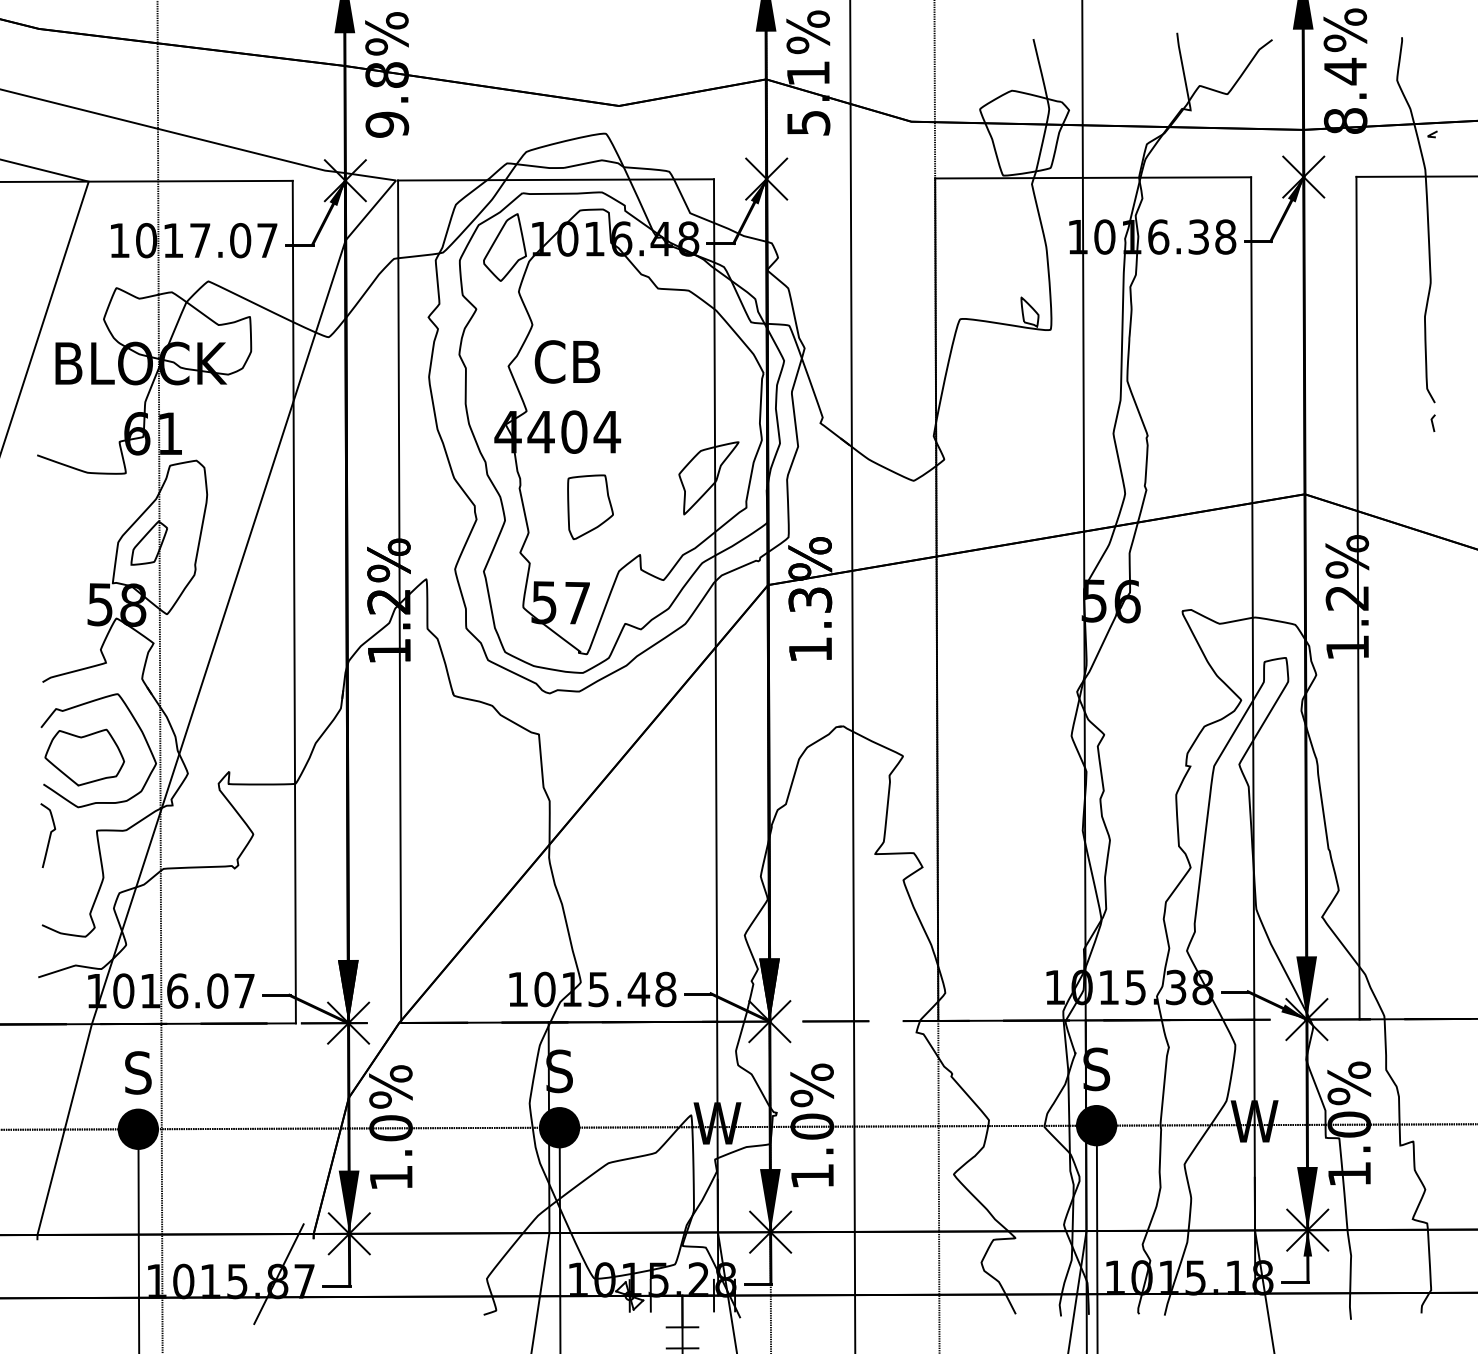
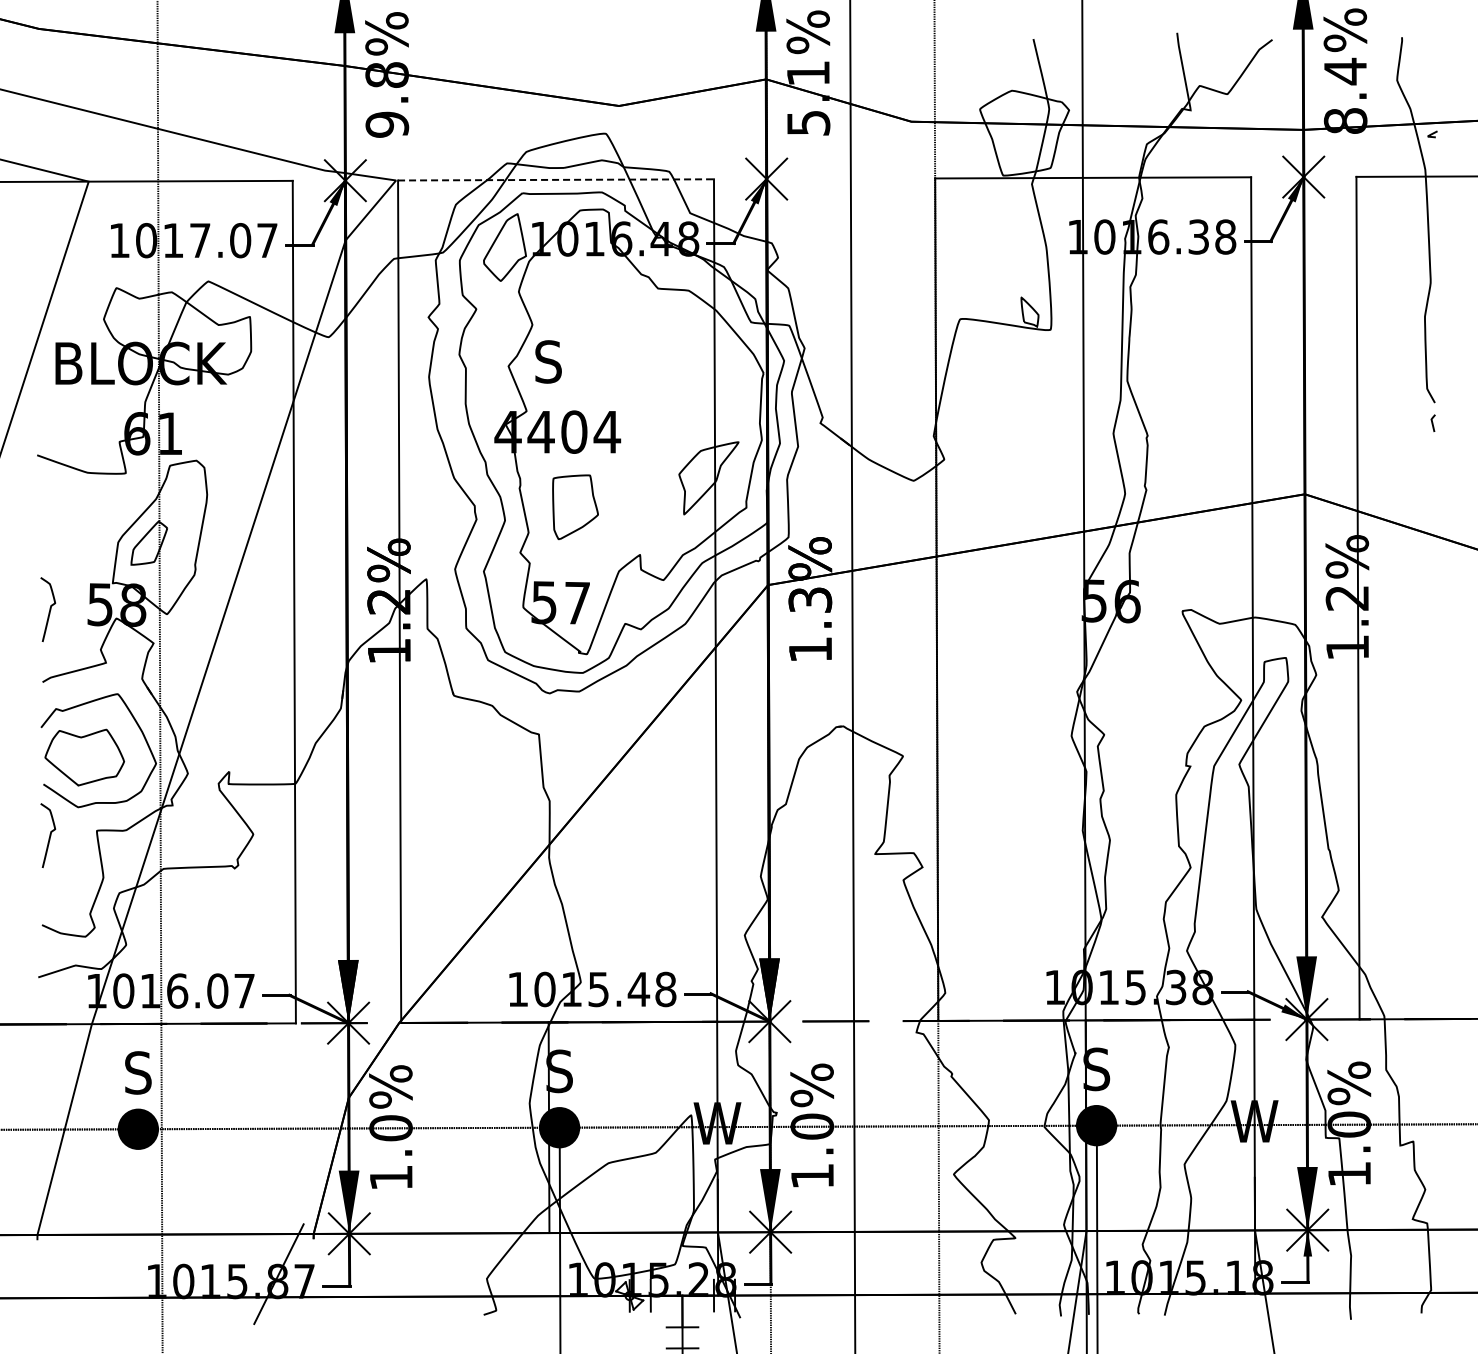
line at (556, 179): solid -> dashed
text at (567, 361): CB -> S
part at (590, 507) position: (590, 507) -> (575, 507)
curve at (49, 609): none -> present
line at (138, 1239): present -> none
line at (540, 1291): present -> none
